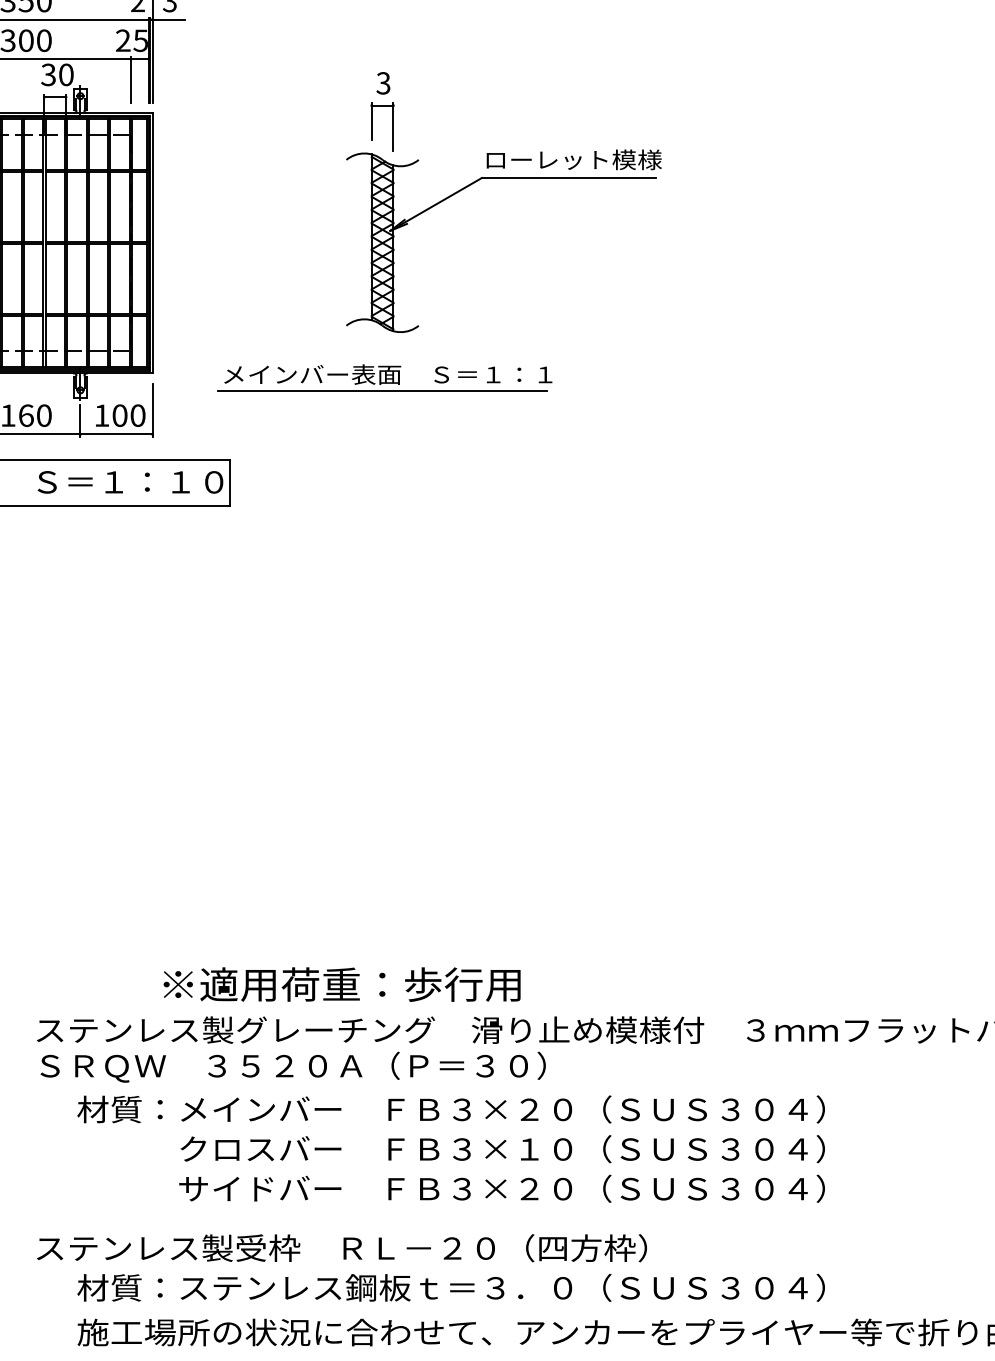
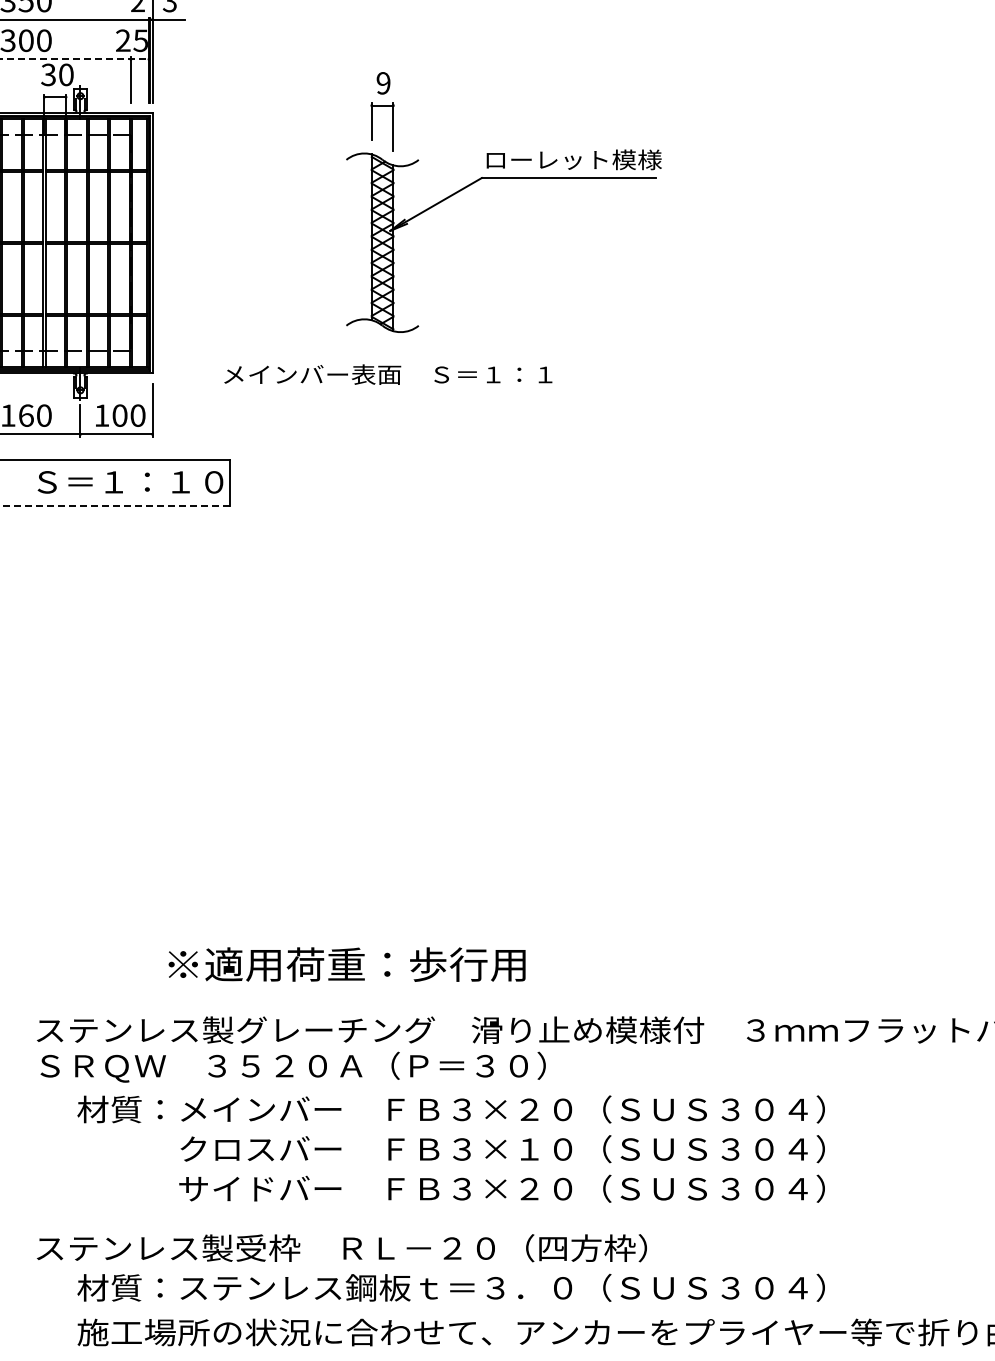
line at (75, 59): solid -> dashed
text at (383, 83): 3 -> 9
line at (382, 391): present -> none
line at (115, 506): solid -> dashed
text at (341, 984) position: (341, 984) -> (346, 964)
